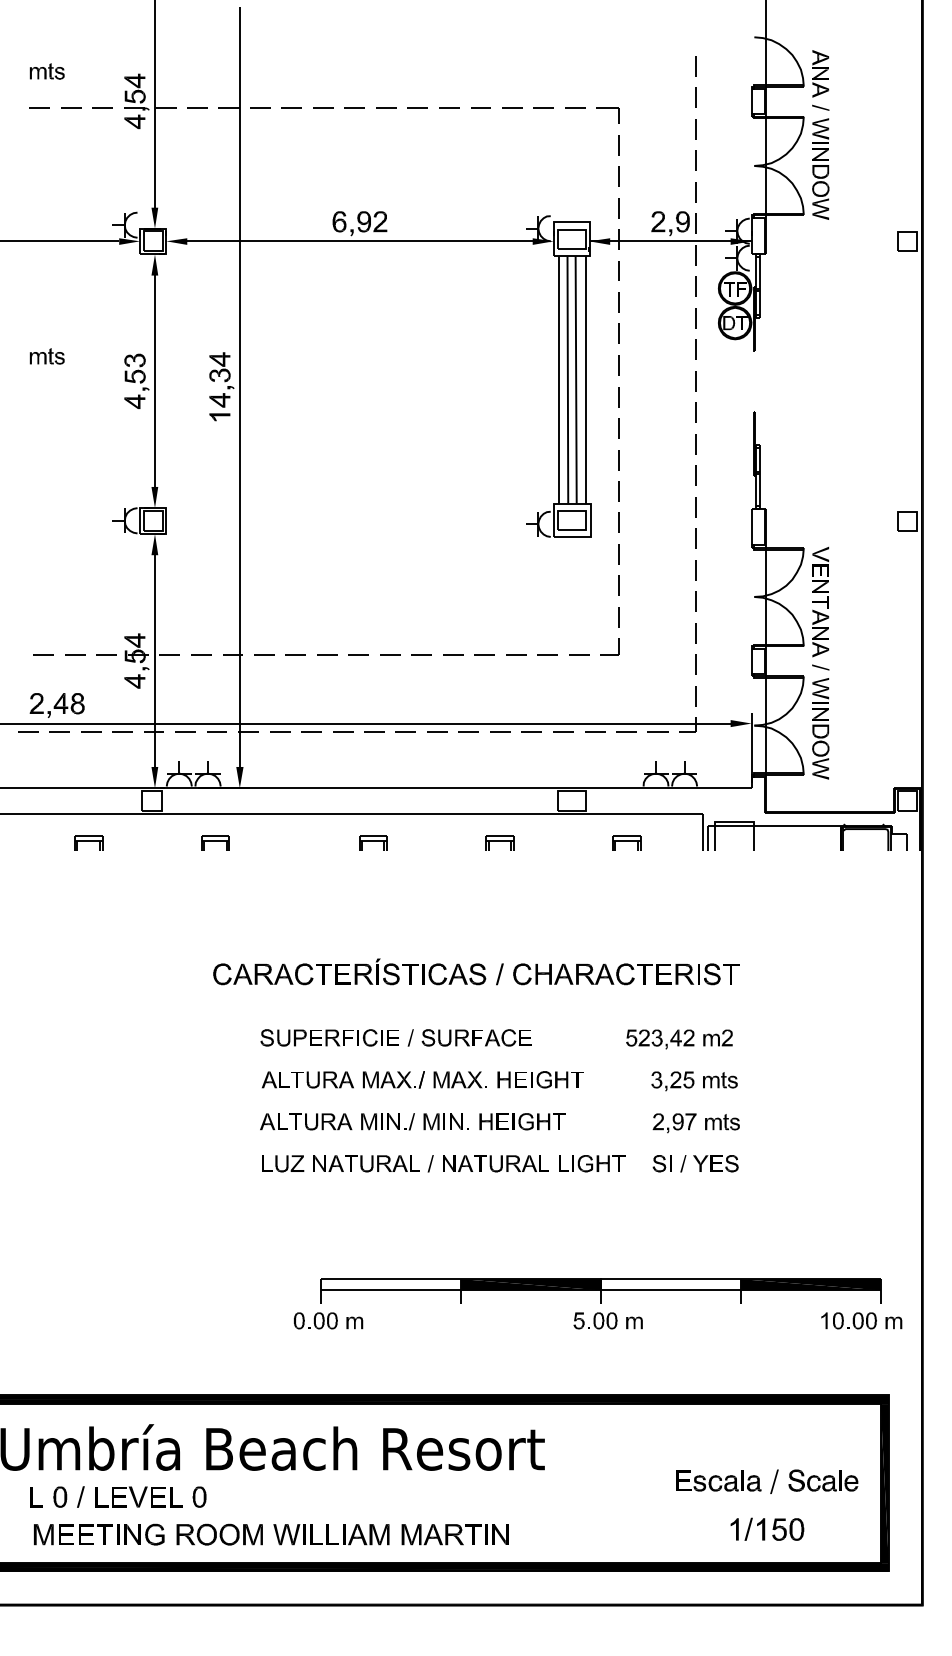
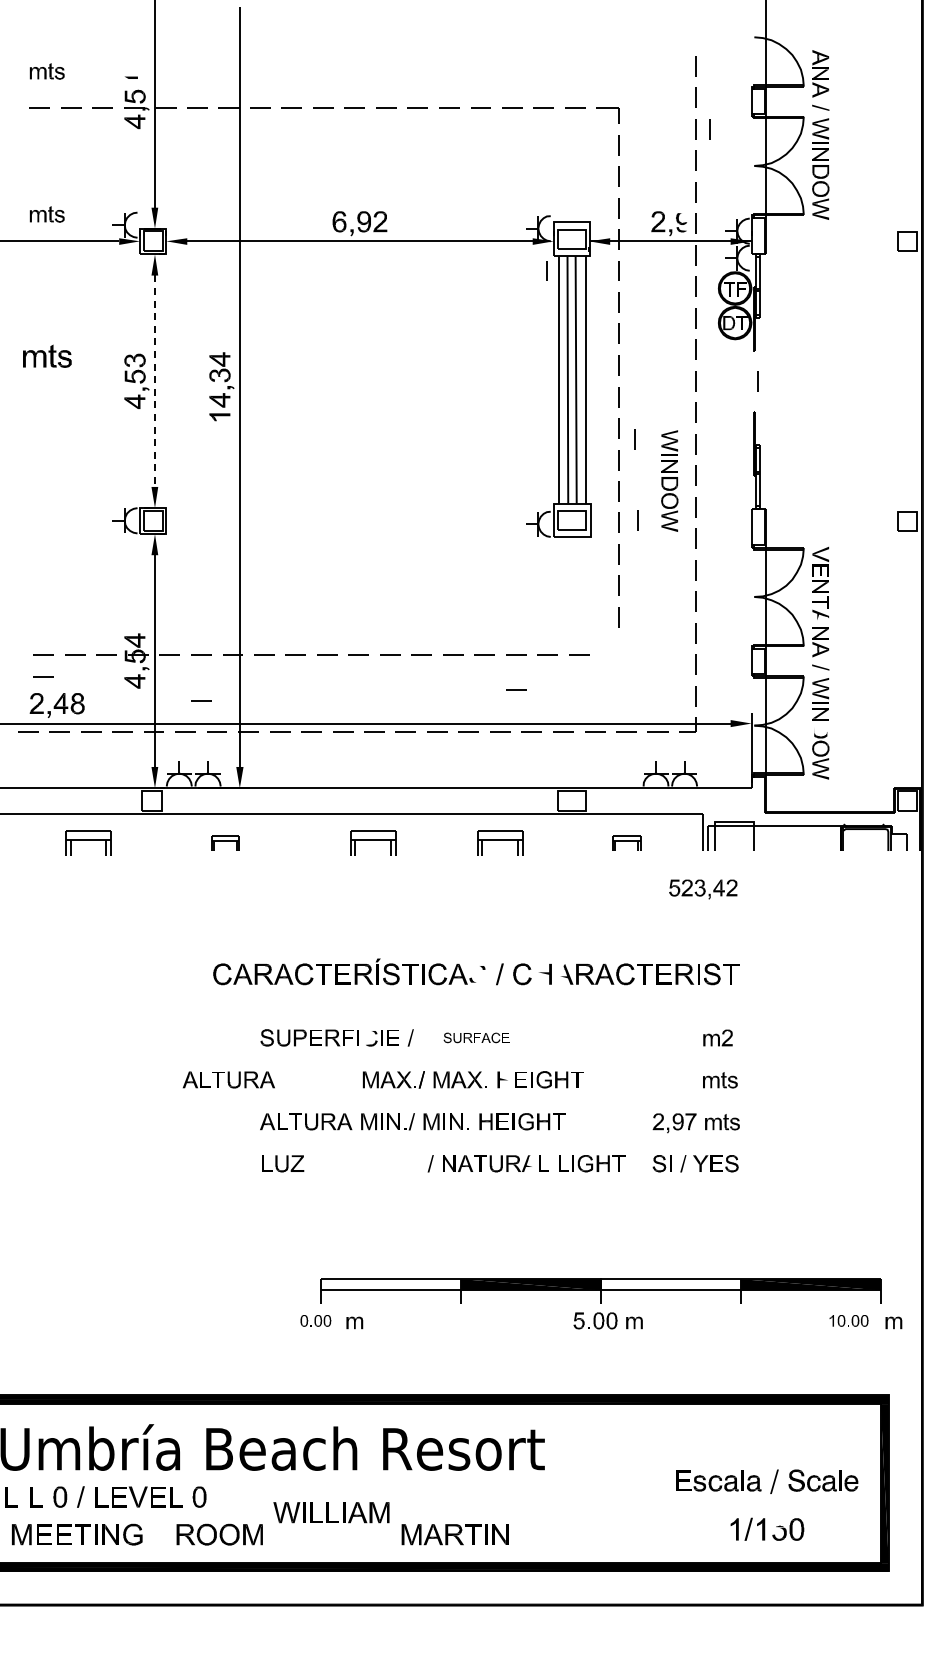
fill at (134, 80): present -> none
line at (709, 129): none -> present
part at (46, 214): none -> present
fill at (683, 220): present -> none
line at (546, 270): none -> present
part at (46, 356) size: 36x17 px -> 49x24 px
line at (154, 381): solid -> dashed
line at (757, 381): none -> present
line at (634, 439): none -> present
part at (669, 480): none -> present
line at (637, 520): none -> present
fill at (820, 619): present -> none
part at (609, 654): present -> none
line at (43, 676): none -> present
line at (516, 689): none -> present
line at (201, 700): none -> present
fill at (820, 730): present -> none
part at (88, 842) size: 30x16 px -> 47x26 px
part at (215, 842) position: (215, 842) -> (225, 842)
part at (373, 842) size: 29x16 px -> 47x26 px
part at (499, 842) size: 30x16 px -> 47x26 px
fill at (542, 973): present -> none
fill at (560, 973): present -> none
fill at (478, 974): present -> none
fill at (368, 1036): present -> none
part at (476, 1037) size: 111x18 px -> 67x12 px
part at (660, 1039) position: (660, 1039) -> (703, 889)
part at (307, 1079) position: (307, 1079) -> (228, 1079)
fill at (504, 1079): present -> none
part at (672, 1081): present -> none
part at (366, 1163): present -> none
fill at (531, 1163): present -> none
part at (315, 1320) size: 44x18 px -> 32x12 px
part at (848, 1320) size: 56x18 px -> 40x12 px
part at (11, 1497): none -> present
fill at (778, 1524): present -> none
part at (99, 1534) position: (99, 1534) -> (77, 1534)
part at (331, 1534) position: (331, 1534) -> (331, 1512)
